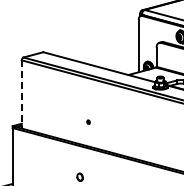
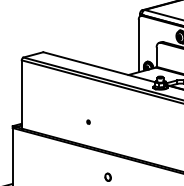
line at (21, 94): dashed -> solid
part at (79, 176) position: (79, 176) -> (107, 176)
